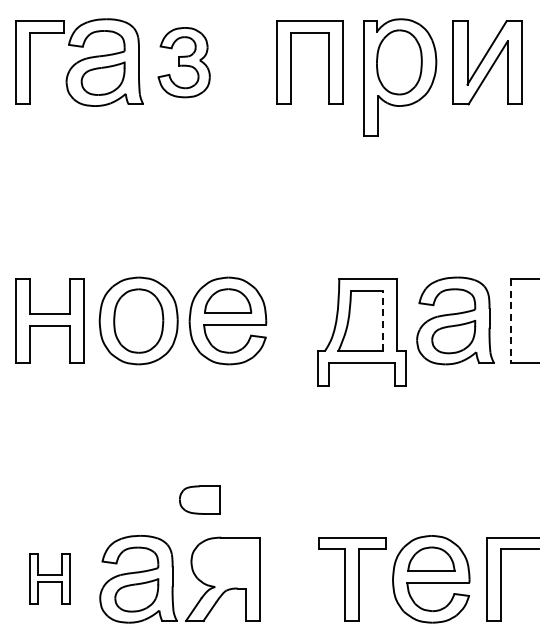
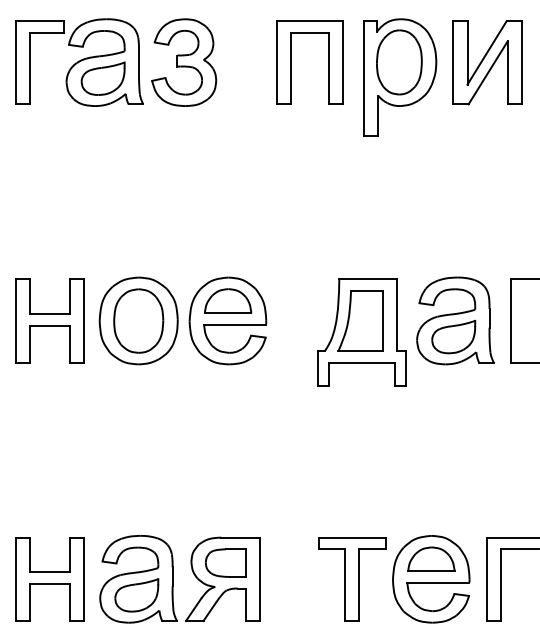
part at (183, 62) size: 54x72 px -> 67x89 px
line at (383, 320): dashed -> solid
line at (511, 321): dashed -> solid
part at (199, 499) position: (199, 499) -> (225, 562)
part at (49, 578) size: 42x52 px -> 70x85 px
